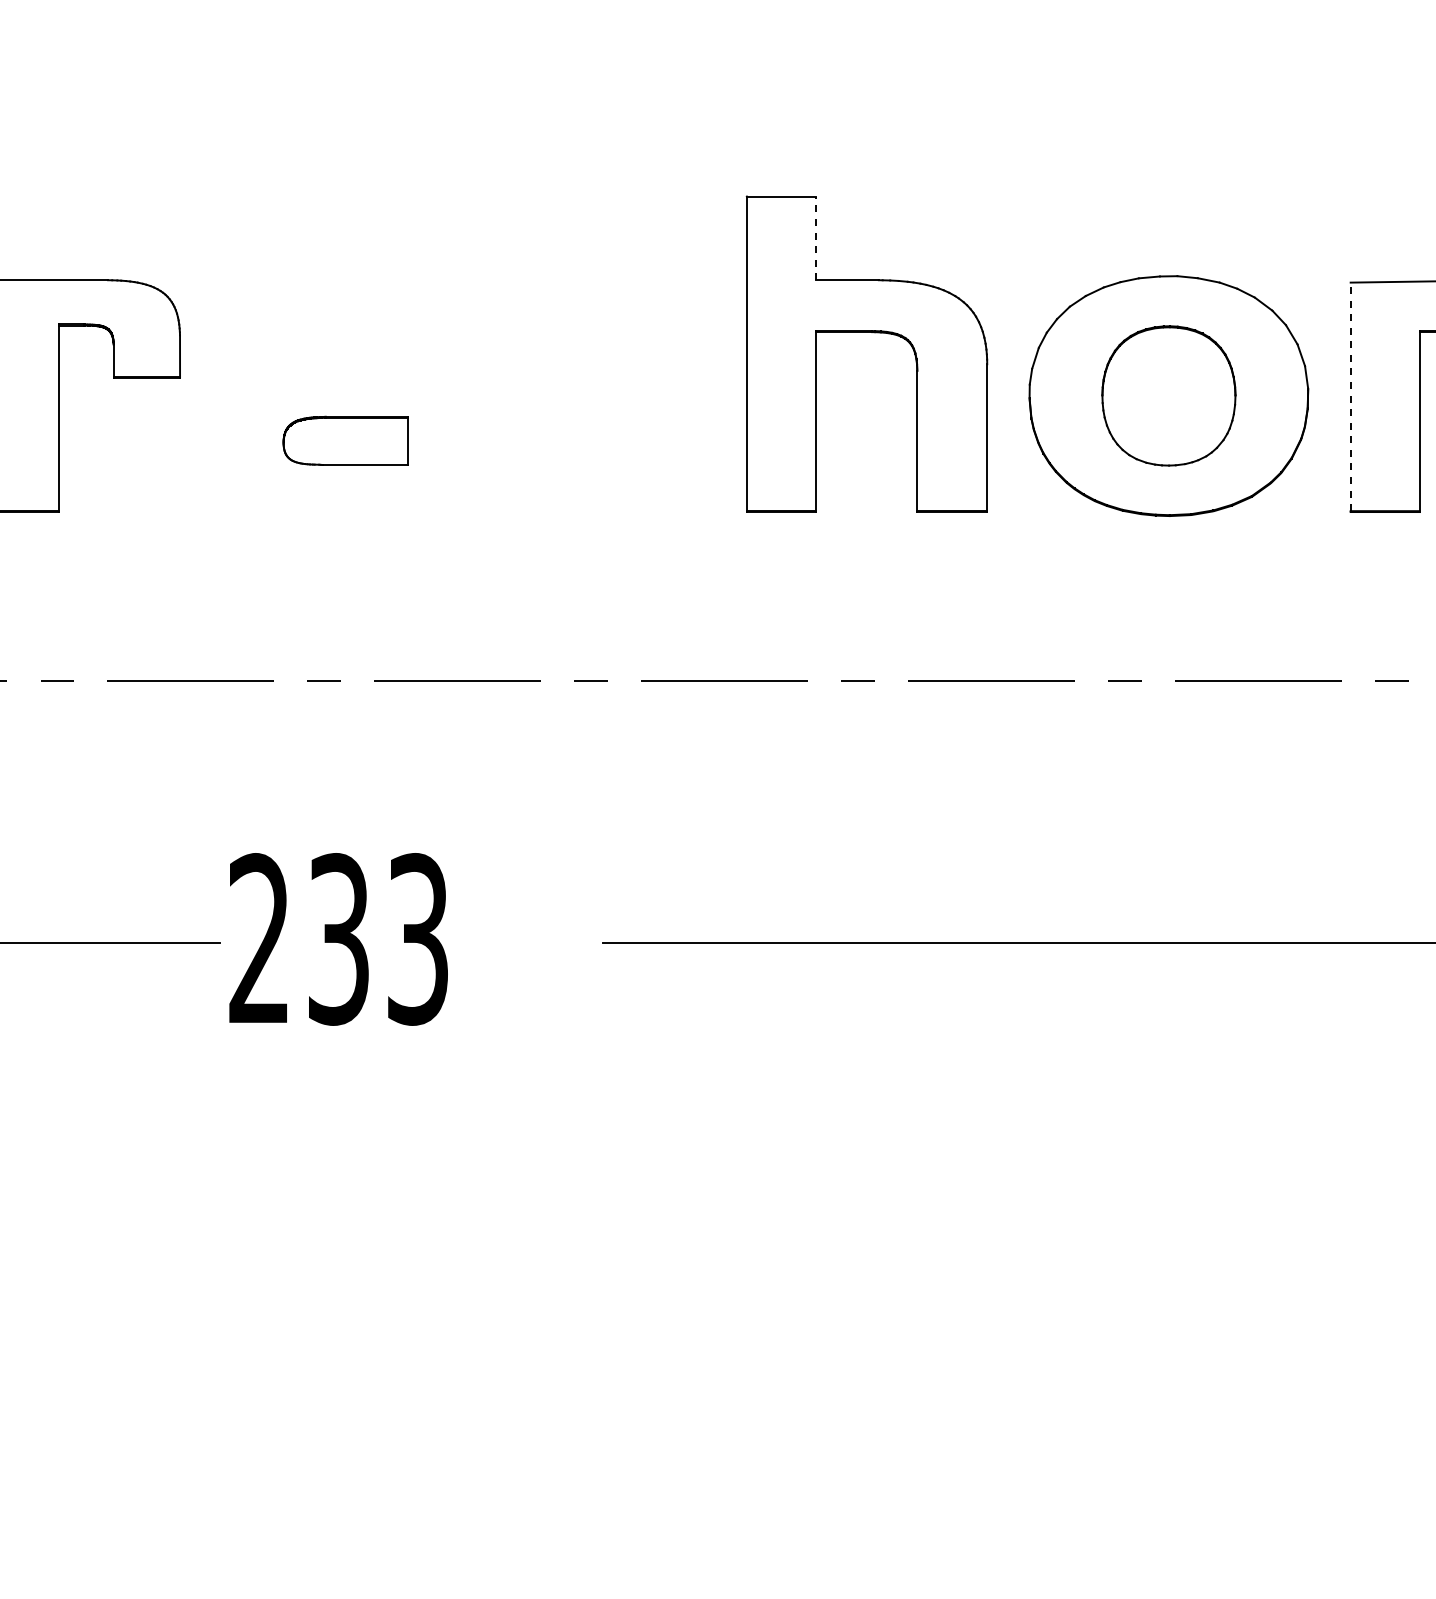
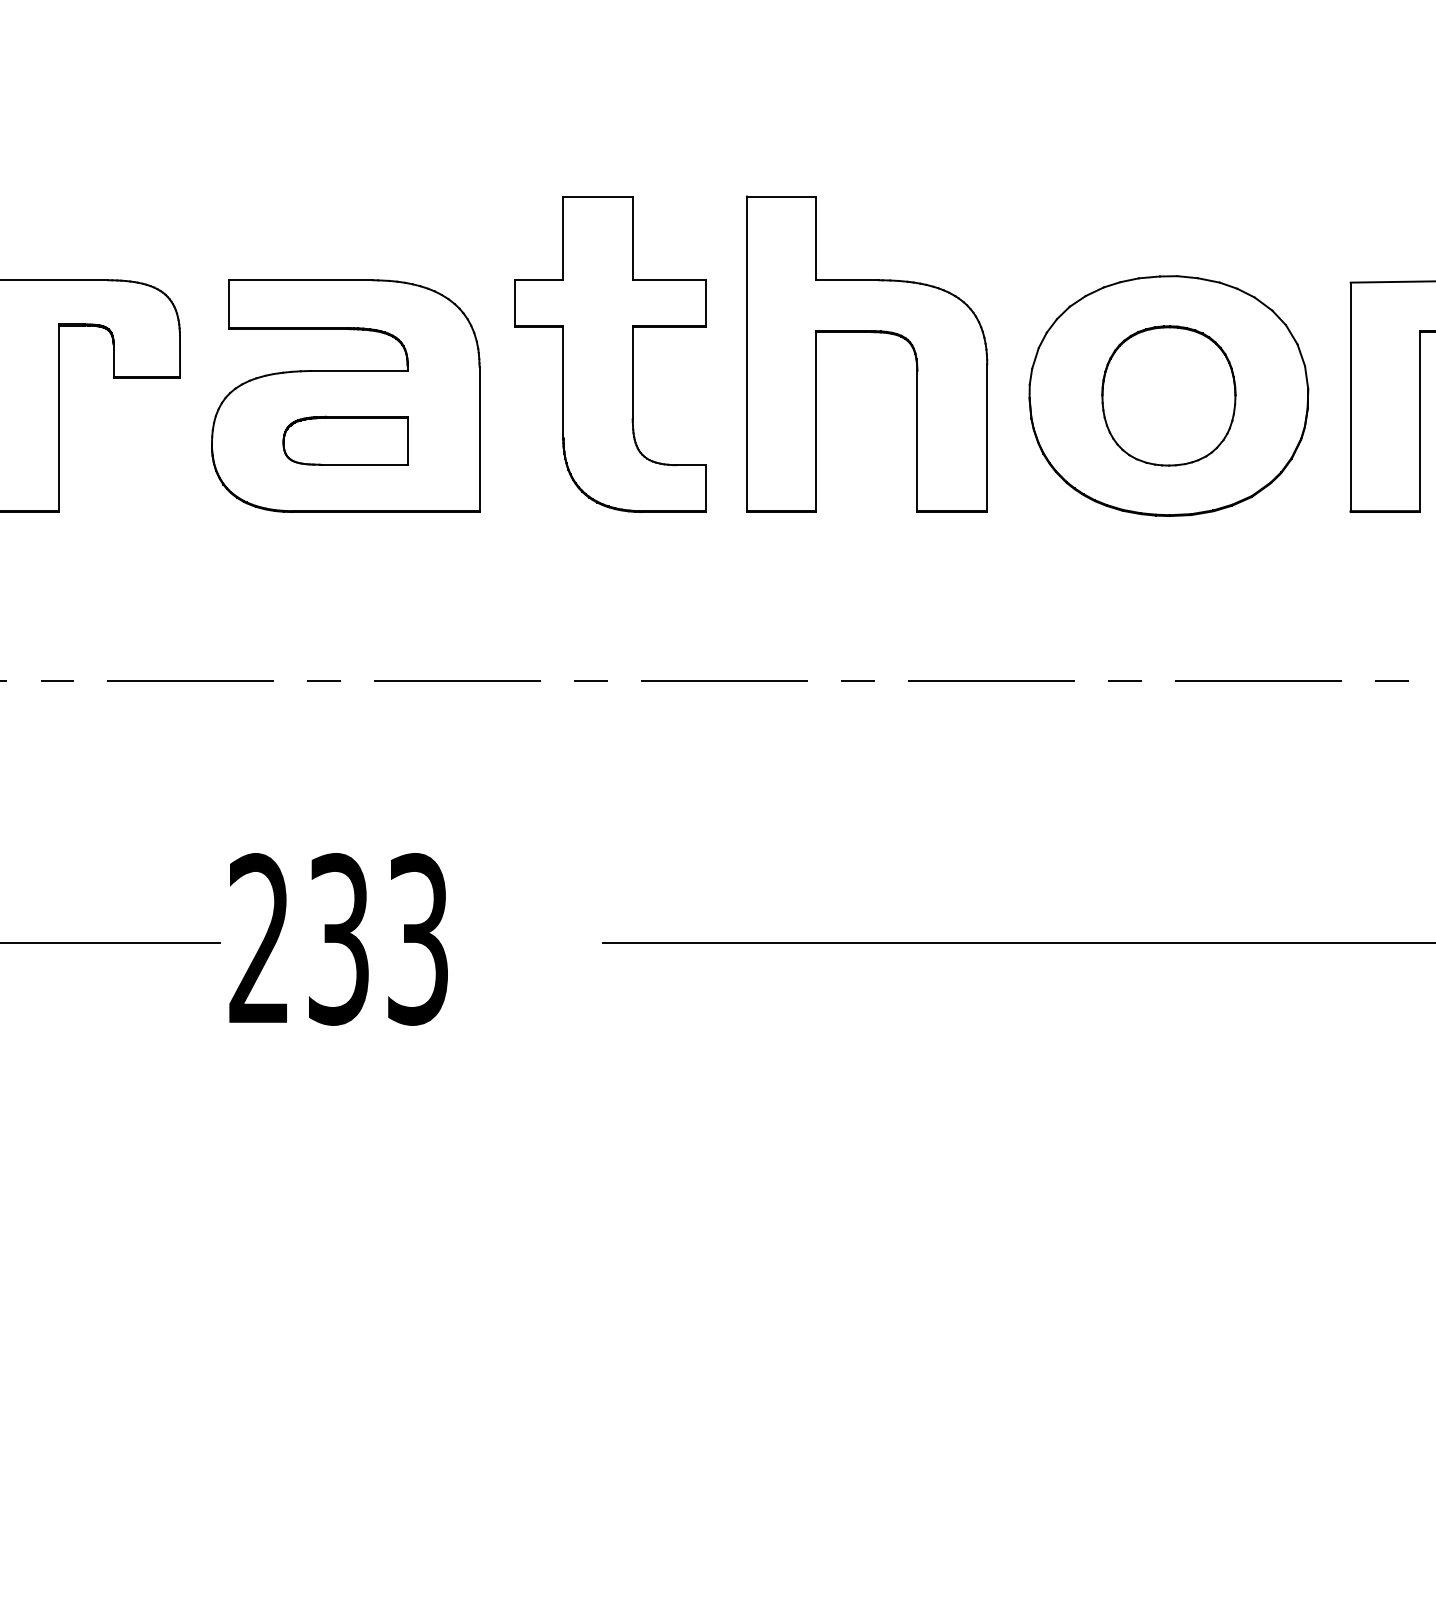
line at (815, 238): dashed -> solid
part at (610, 354): none -> present
part at (345, 395): none -> present
line at (1350, 396): dashed -> solid
